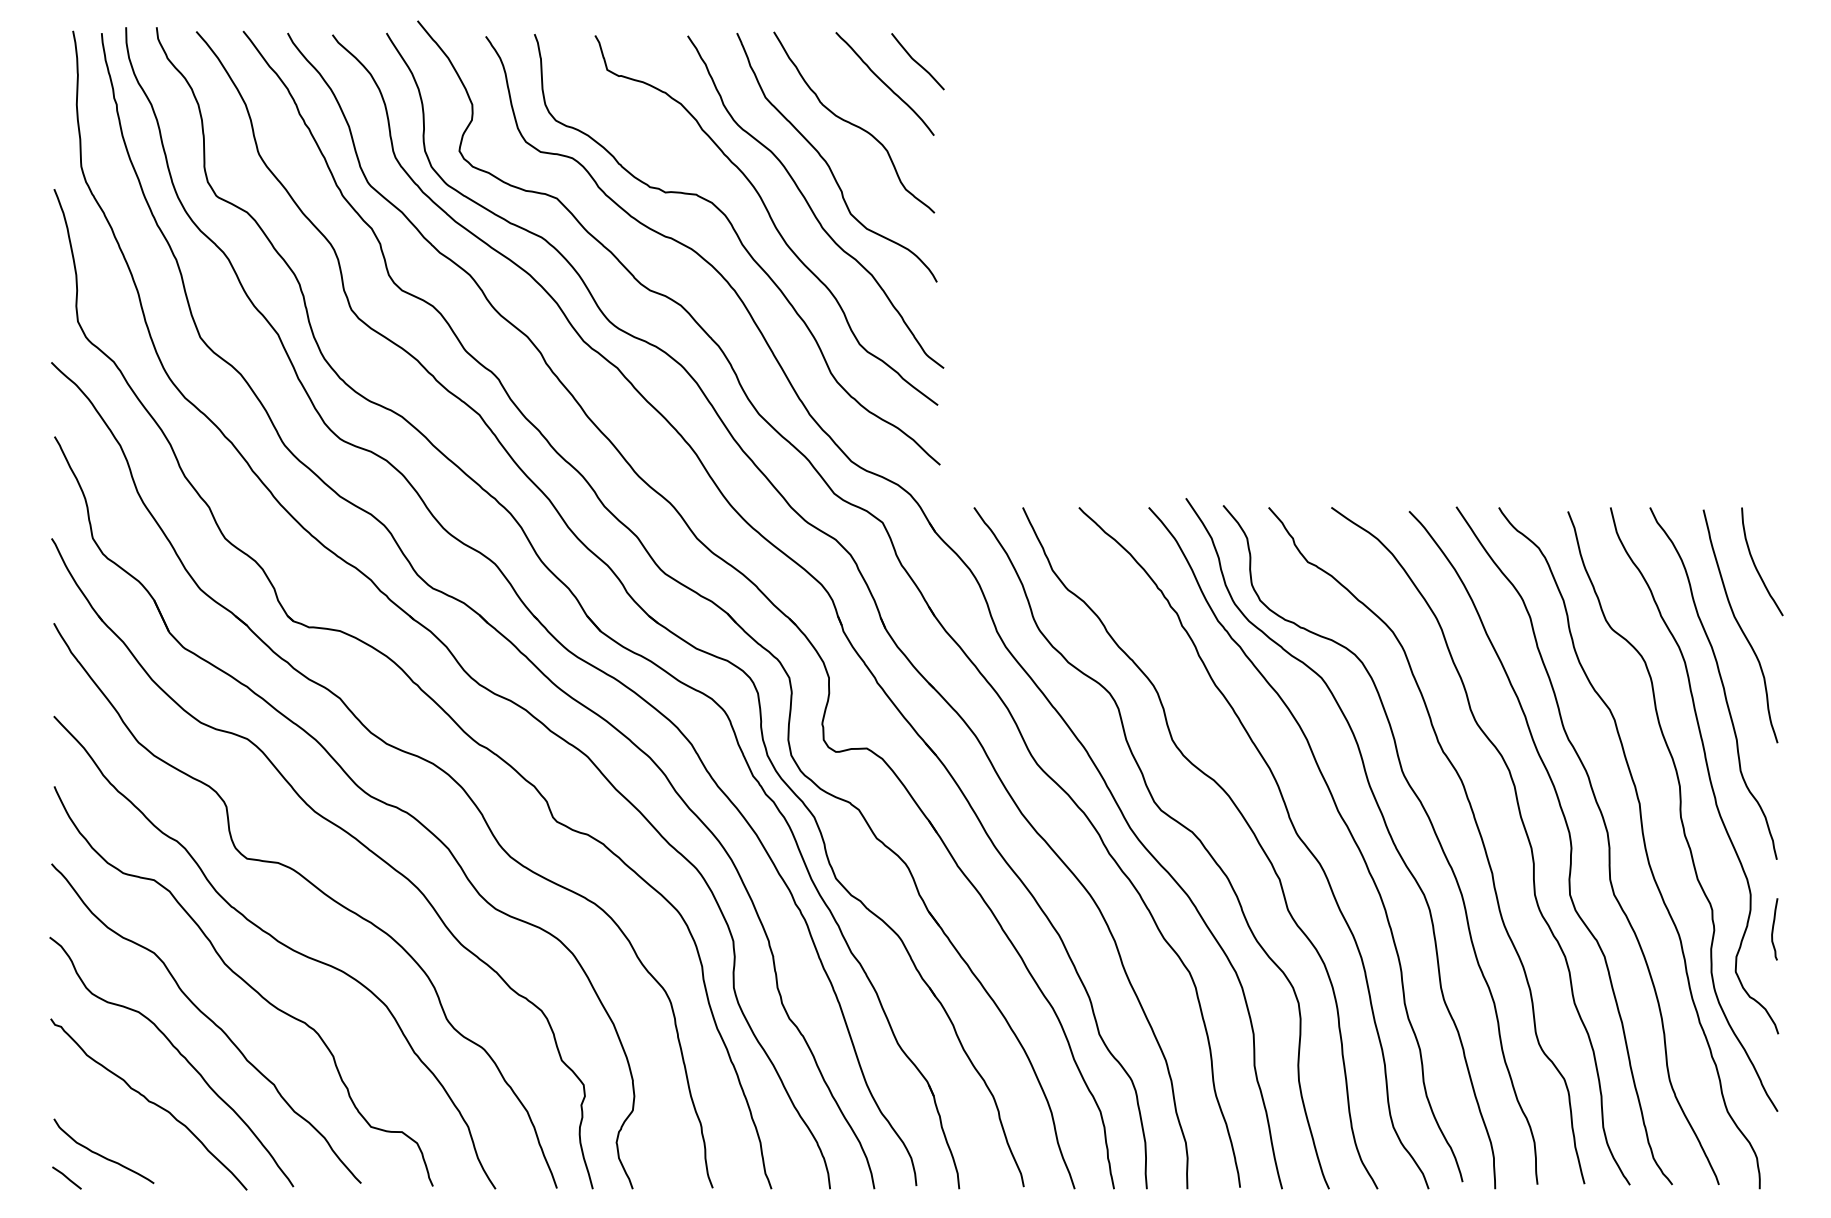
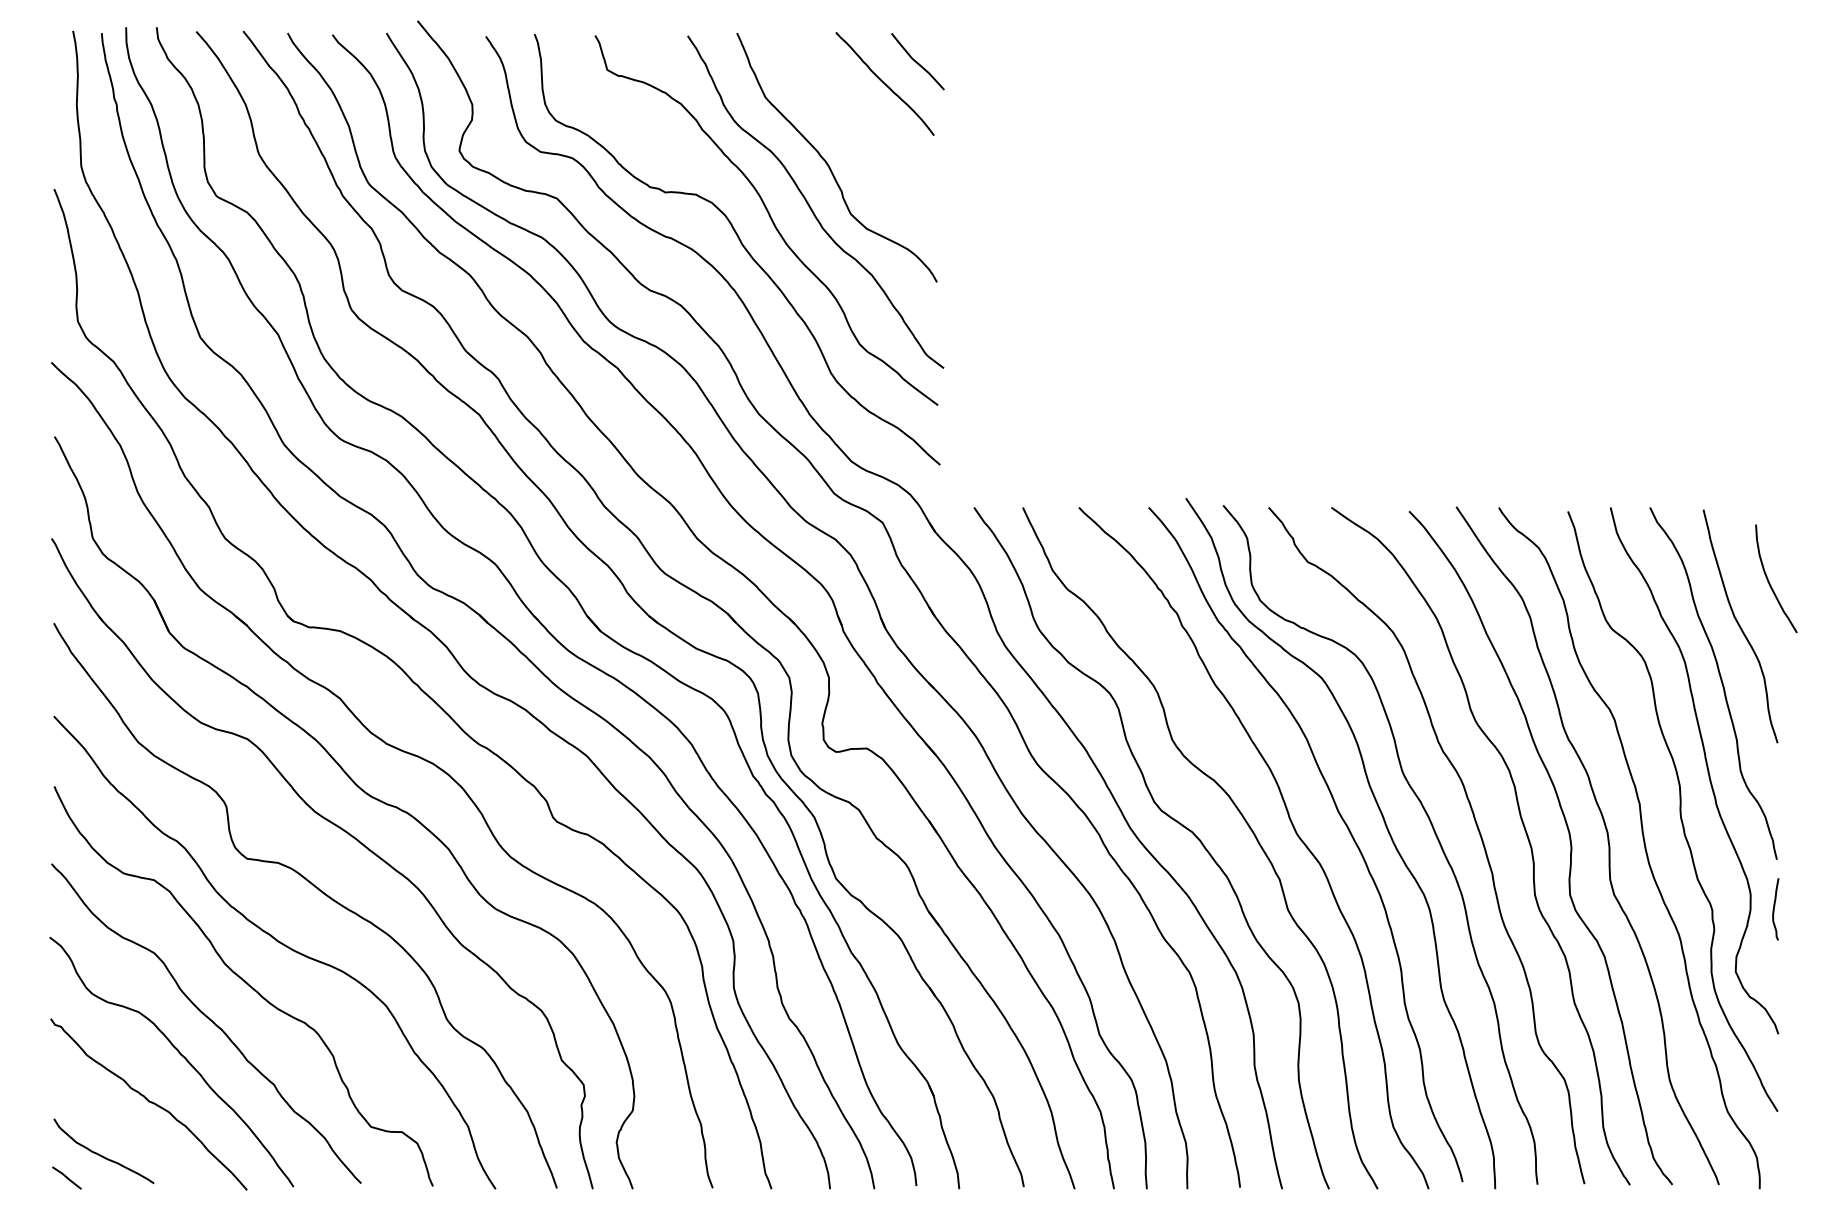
curve at (853, 123): present -> none
curve at (1755, 564) position: (1755, 564) -> (1769, 581)
curve at (1773, 929) position: (1773, 929) -> (1774, 909)
